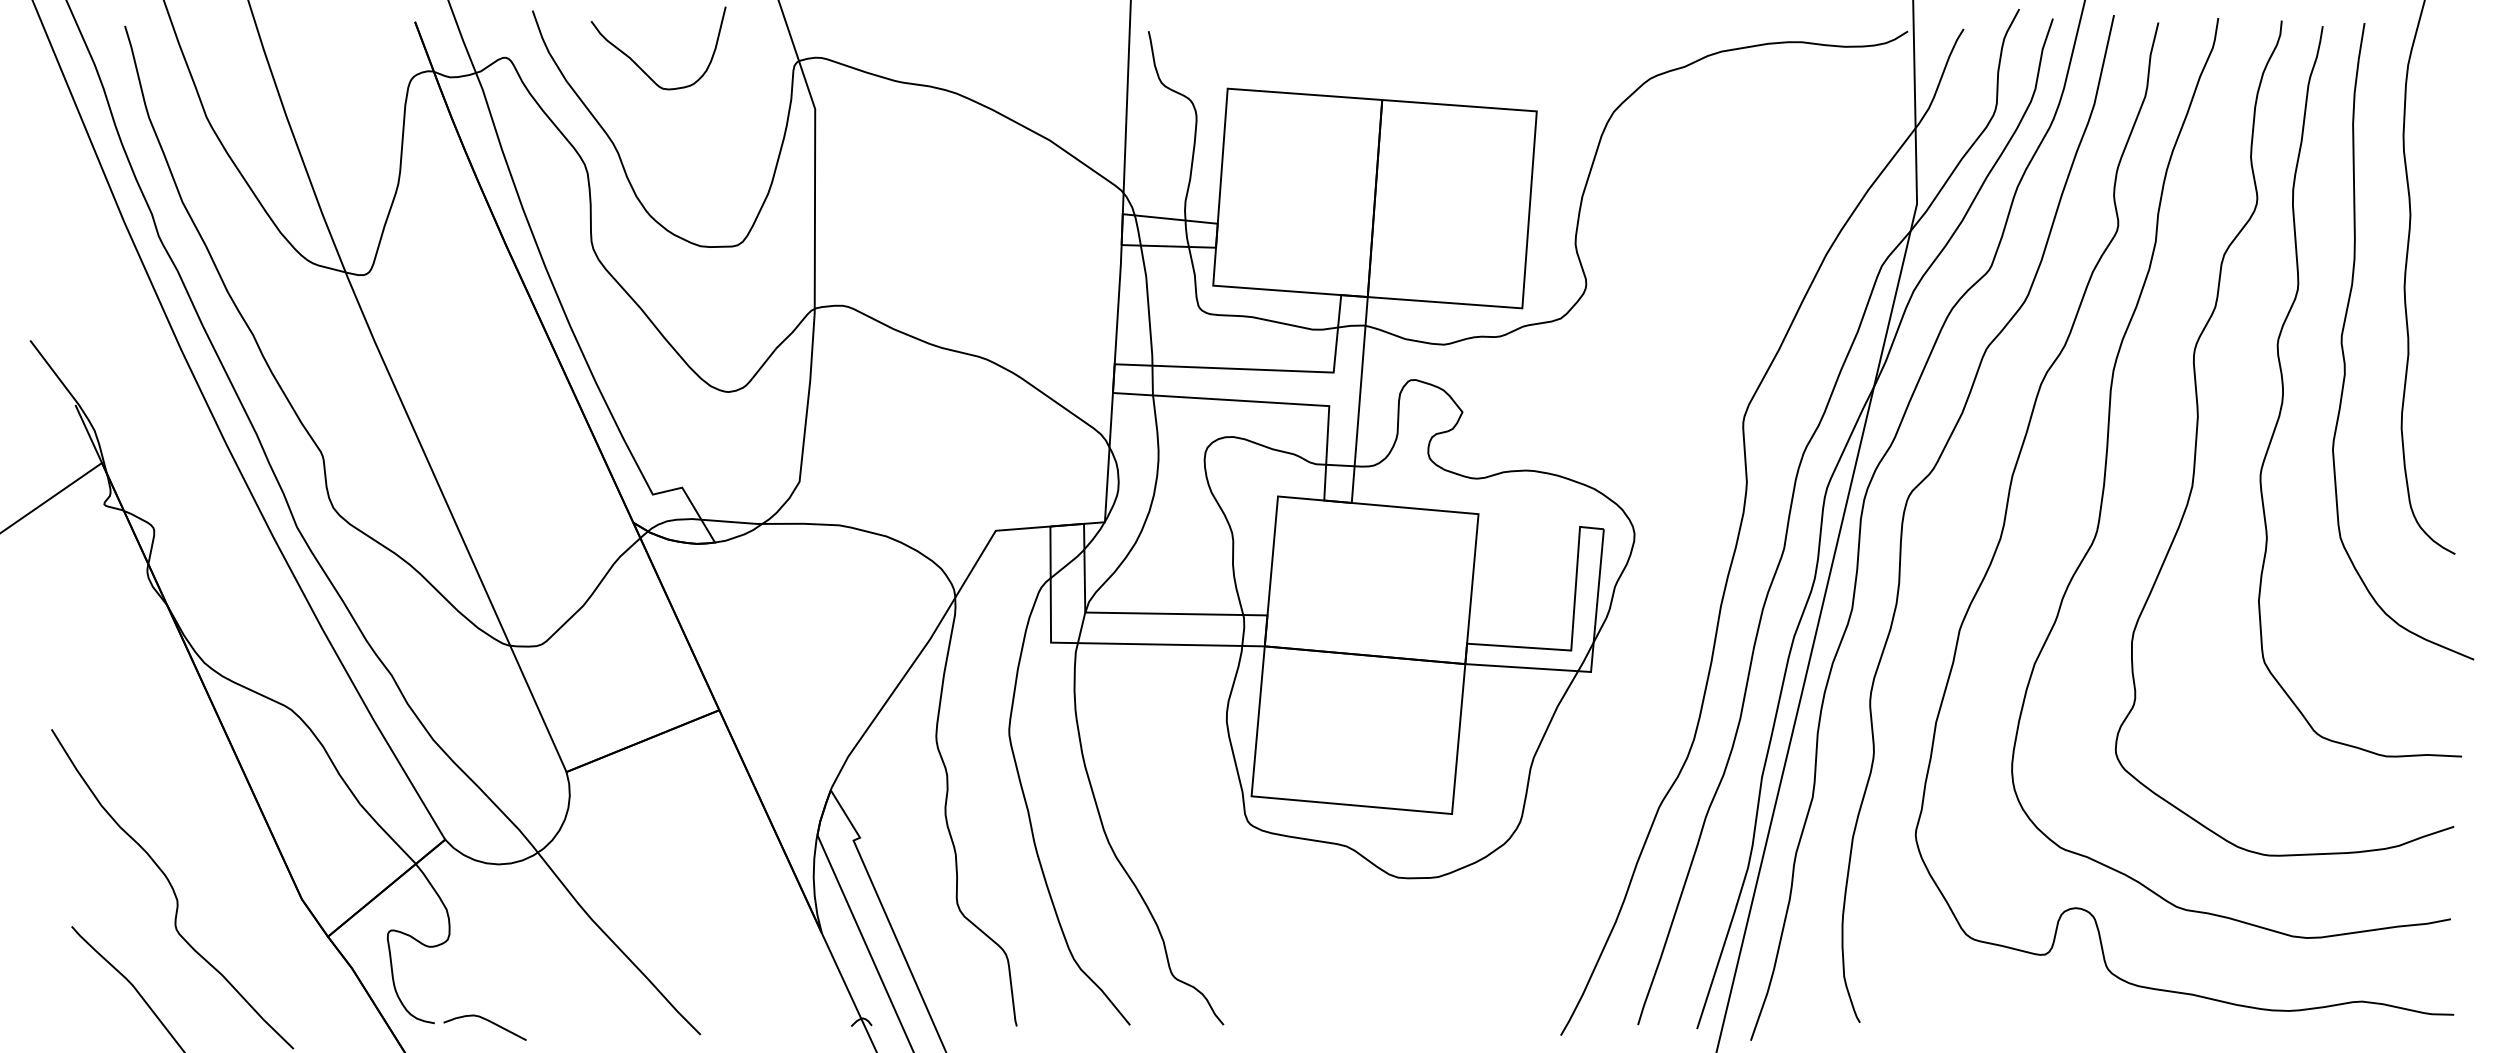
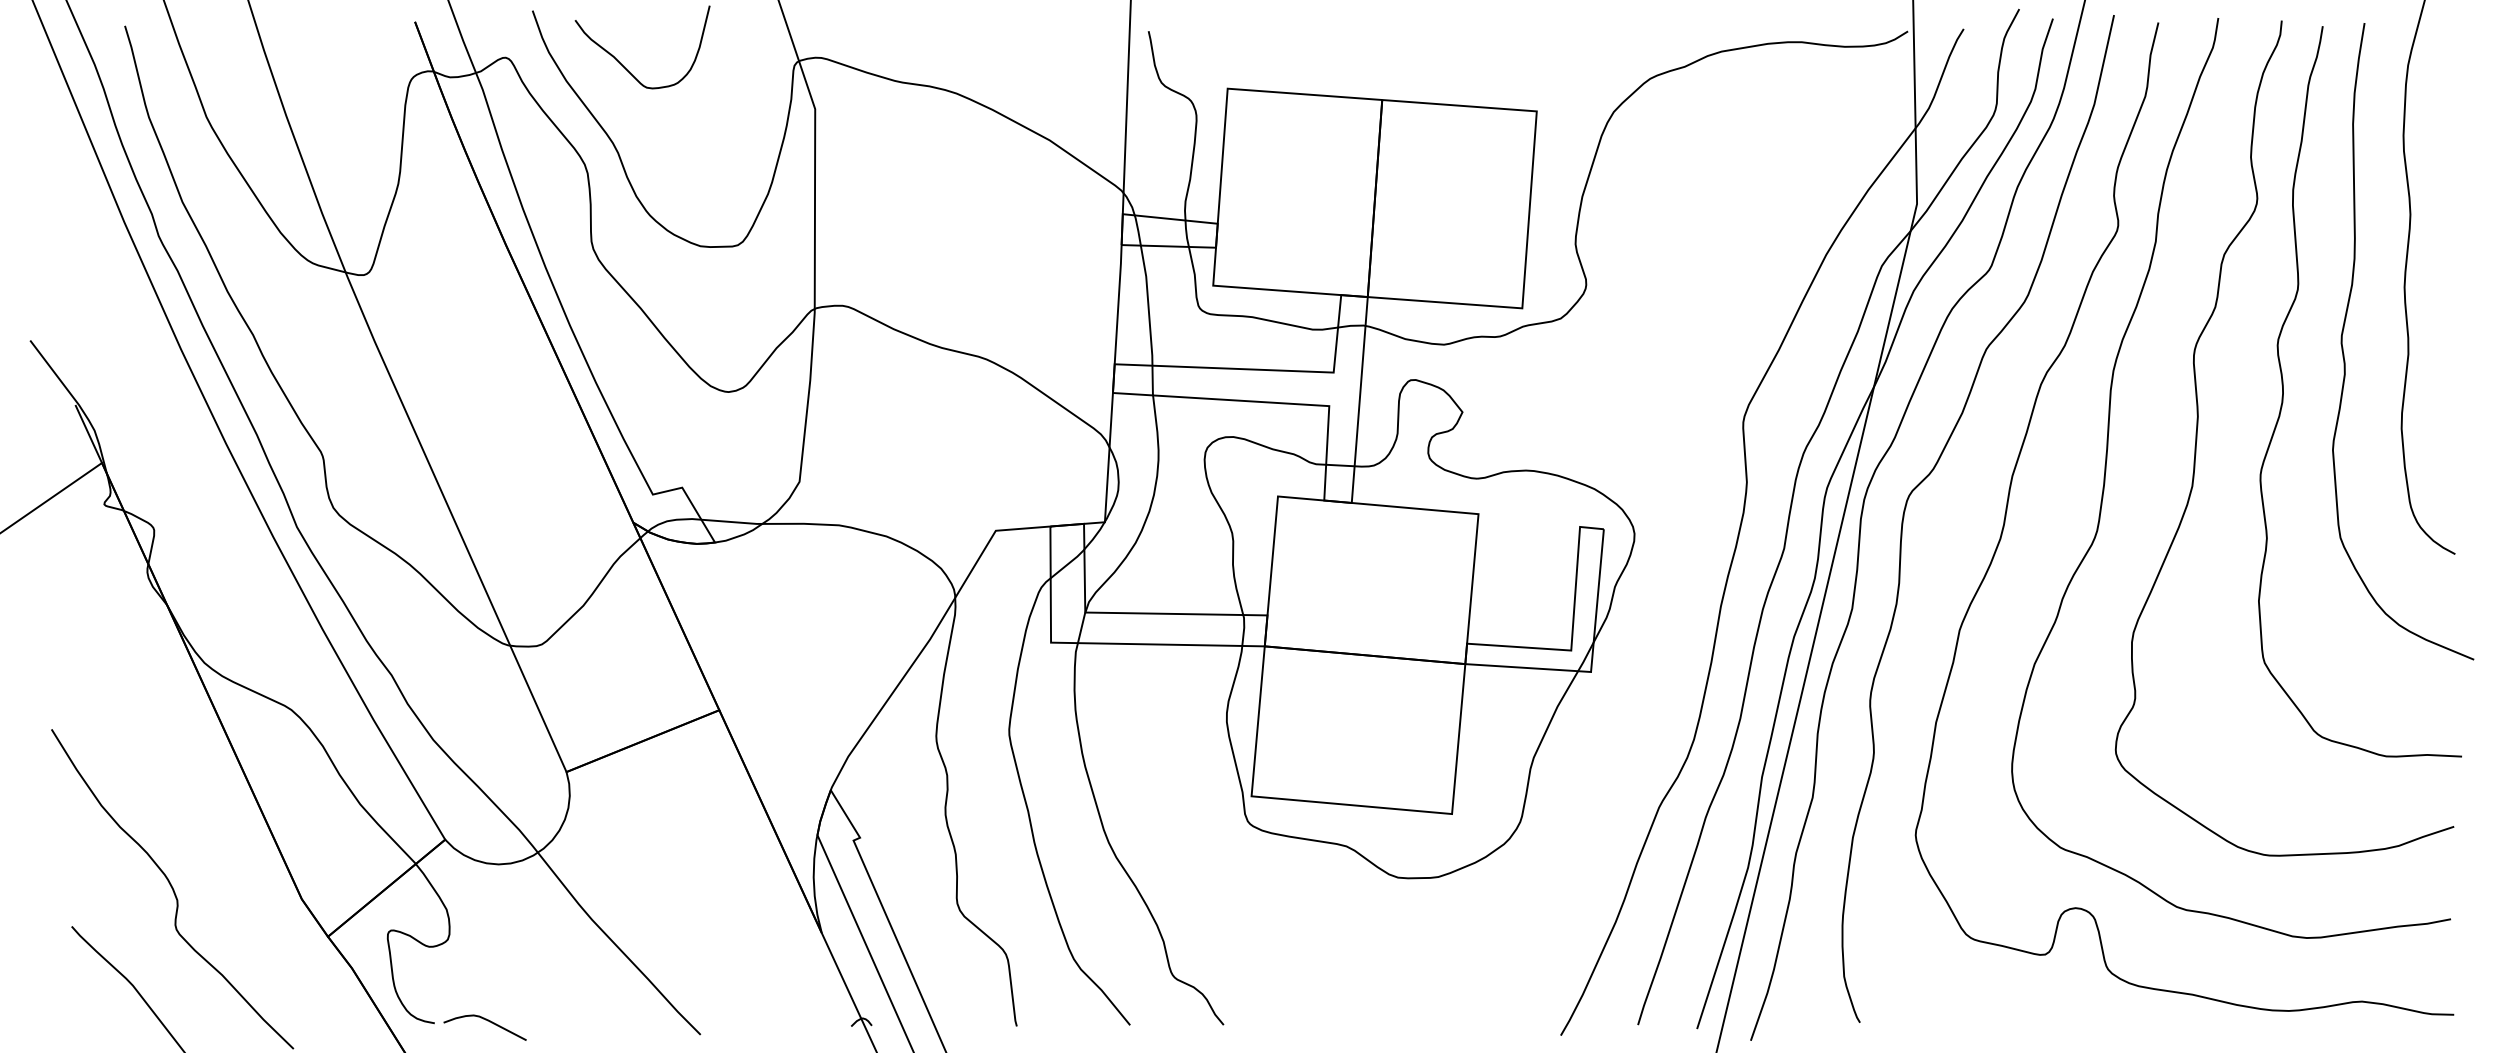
curve at (639, 66) position: (639, 66) -> (623, 65)
